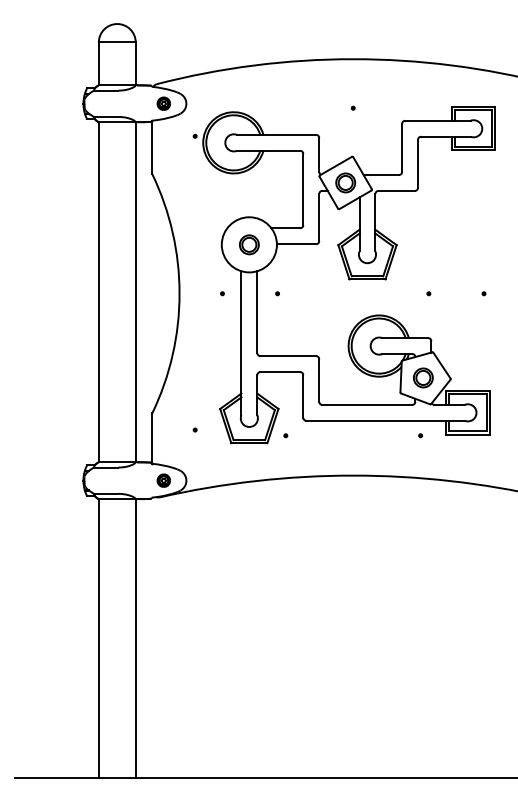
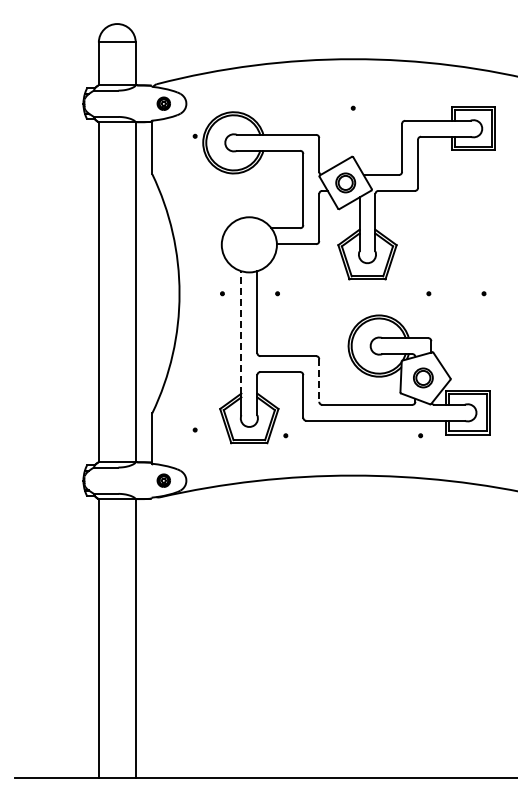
part at (249, 244): present -> none
line at (241, 331): solid -> dashed
line at (319, 381): solid -> dashed
